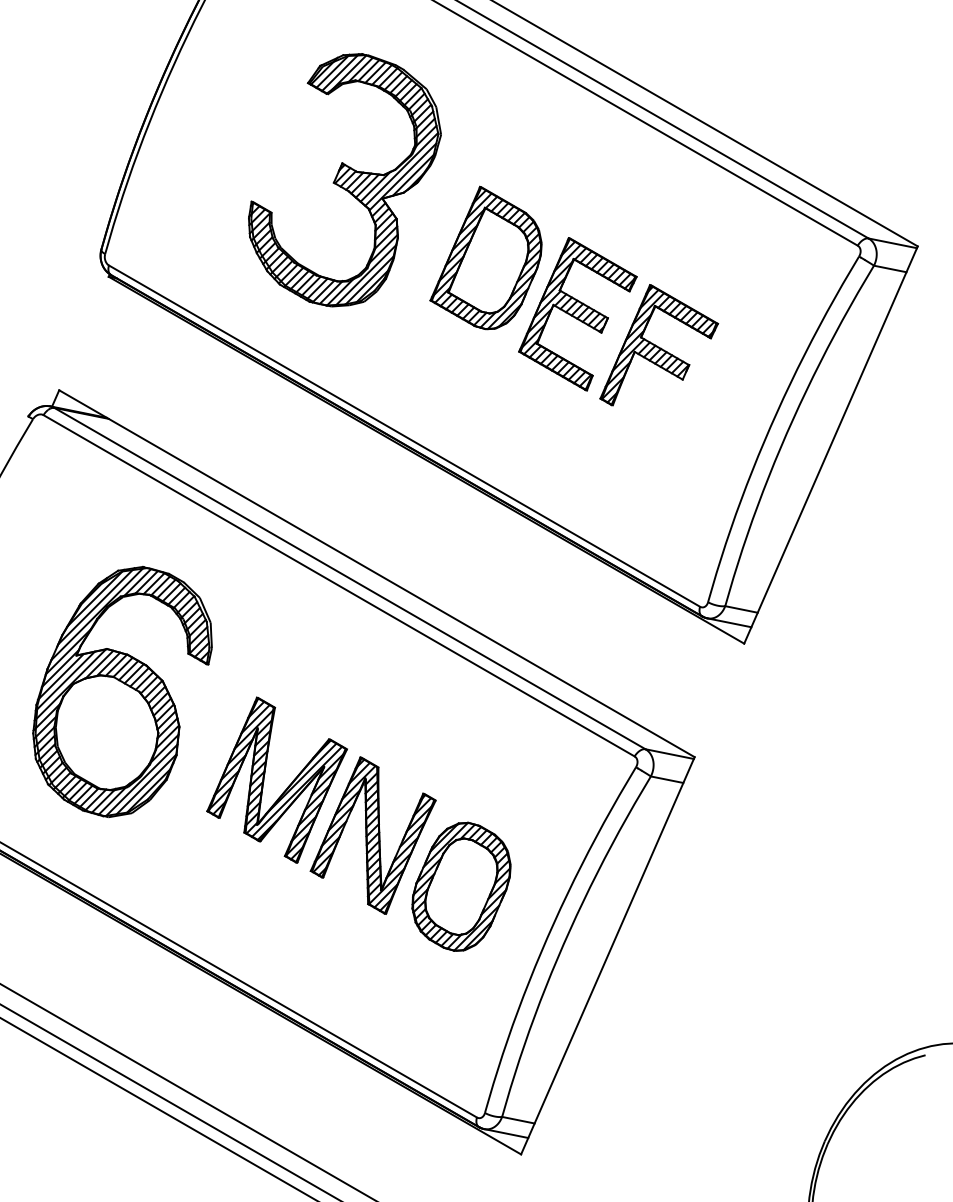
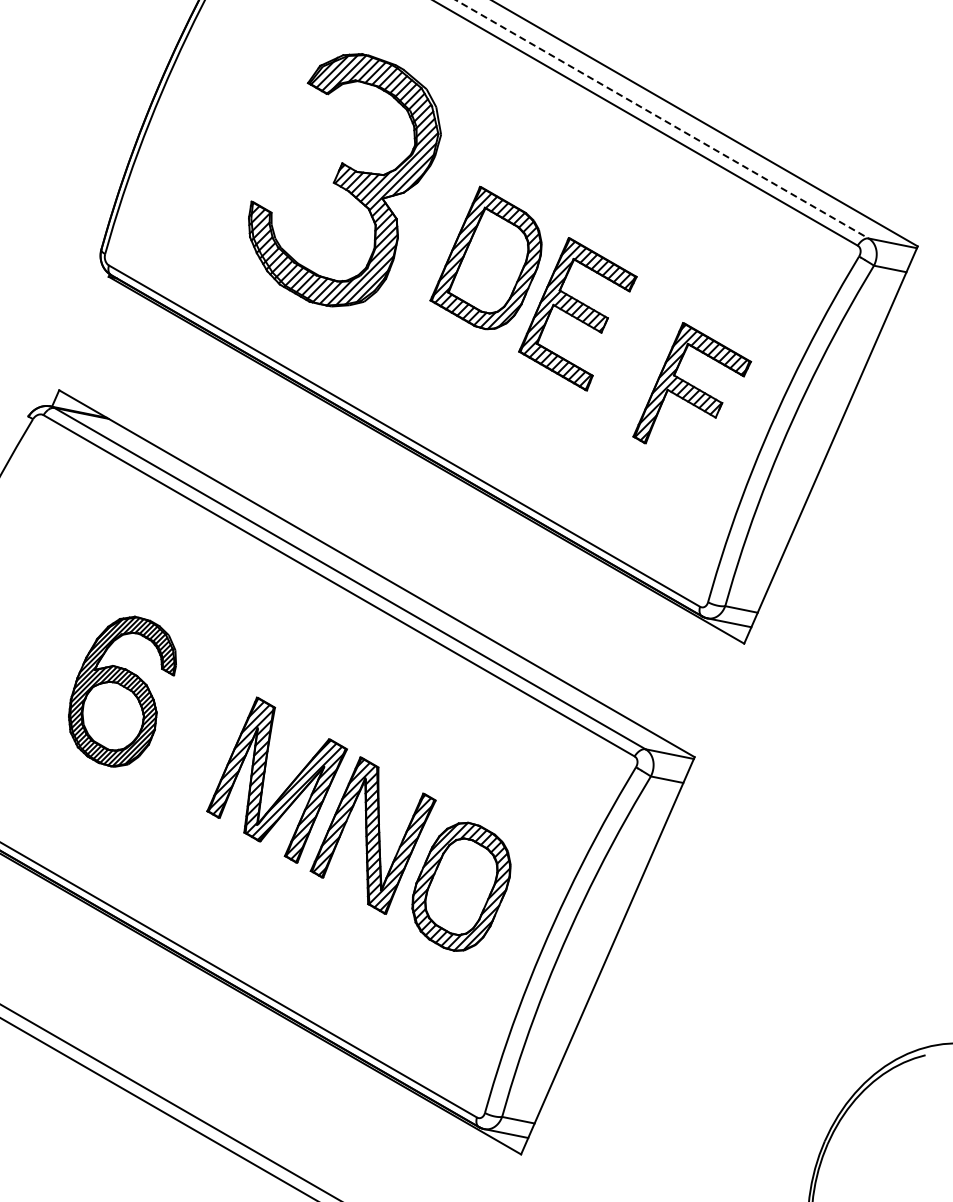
line at (662, 119): solid -> dashed
part at (659, 345) position: (659, 345) -> (692, 383)
part at (122, 691) size: 181x253 px -> 109x153 px
line at (187, 1091): present -> none
